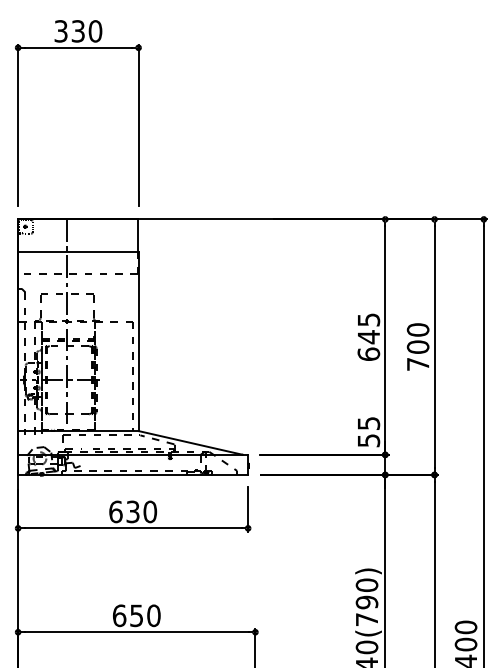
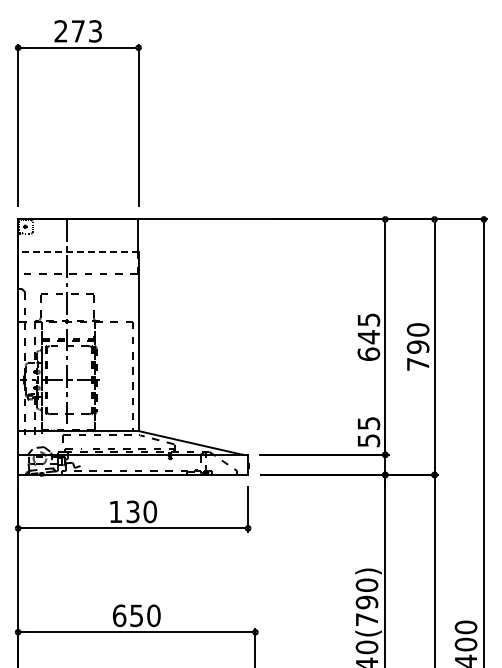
text at (78, 31): 330 -> 273
line at (77, 252): solid -> dashed
text at (418, 346): 700 -> 790
text at (115, 511): 630 -> 130
